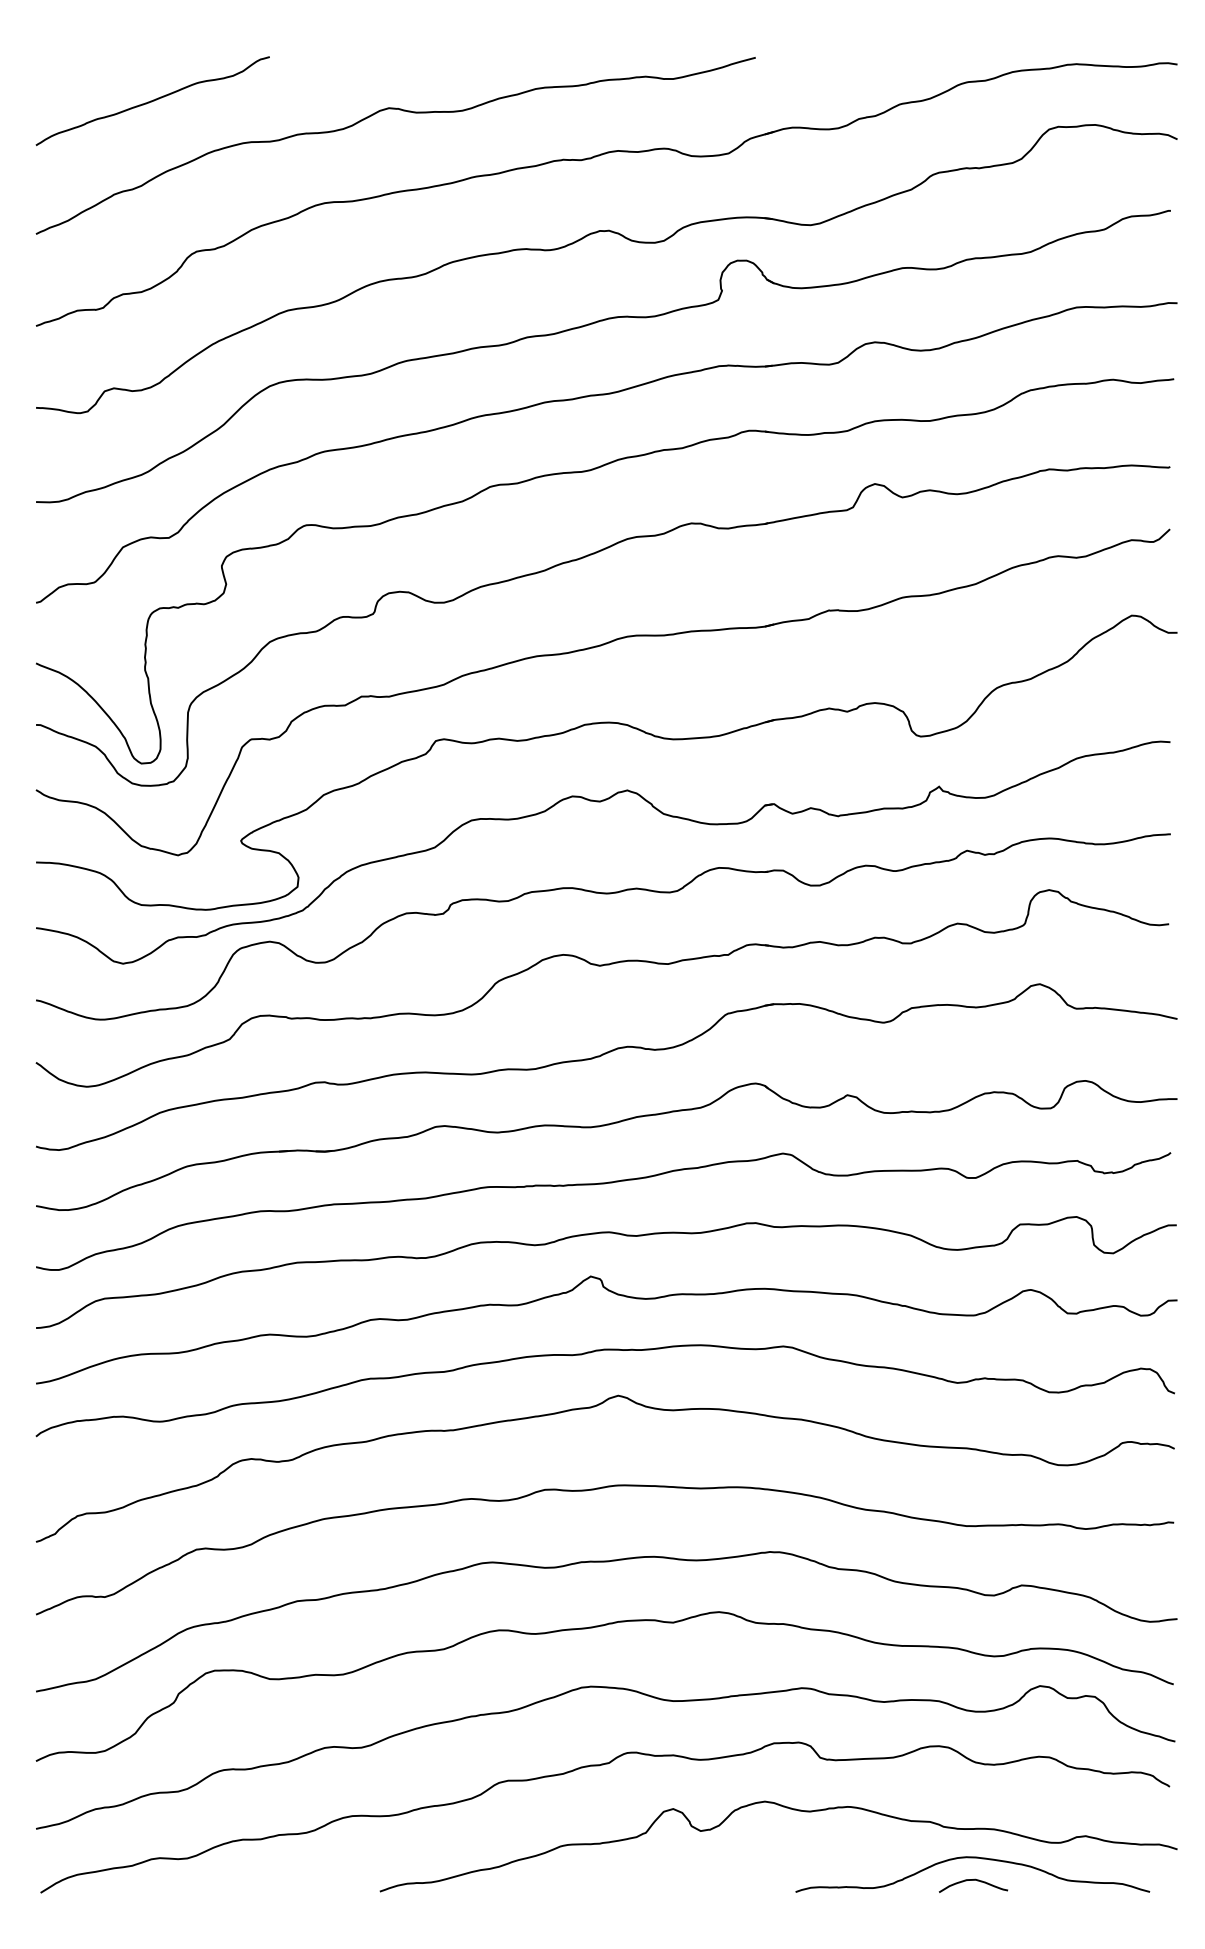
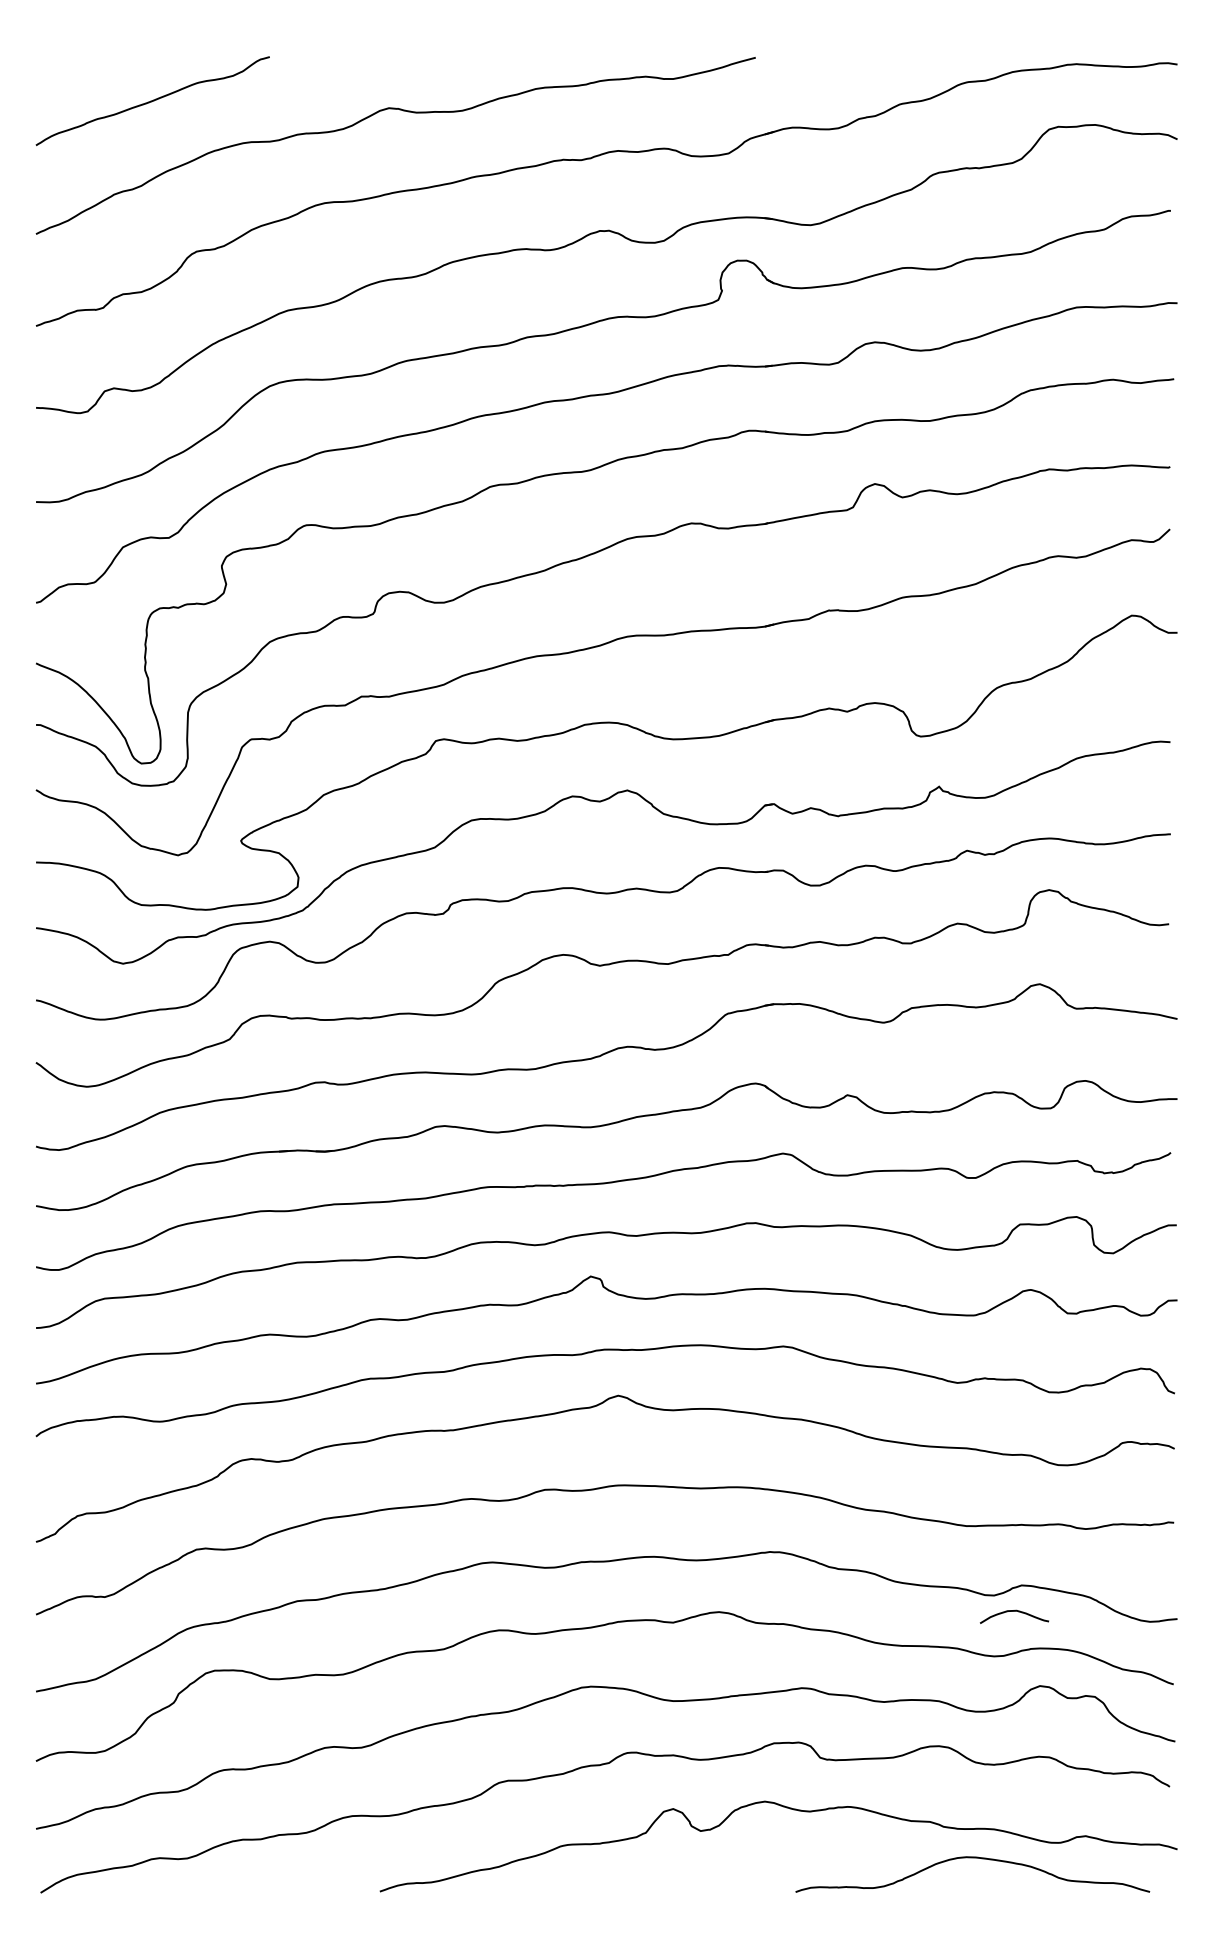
curve at (973, 1880) position: (973, 1880) -> (1014, 1611)
